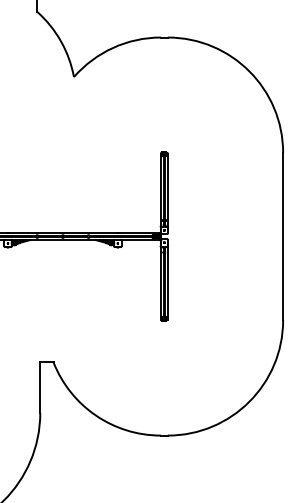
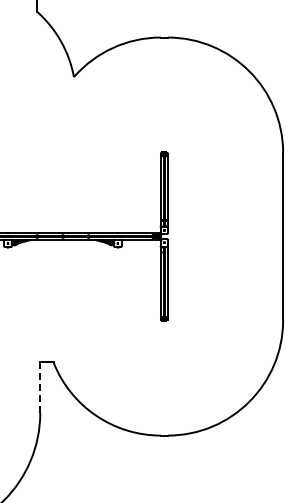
line at (40, 388): solid -> dashed
